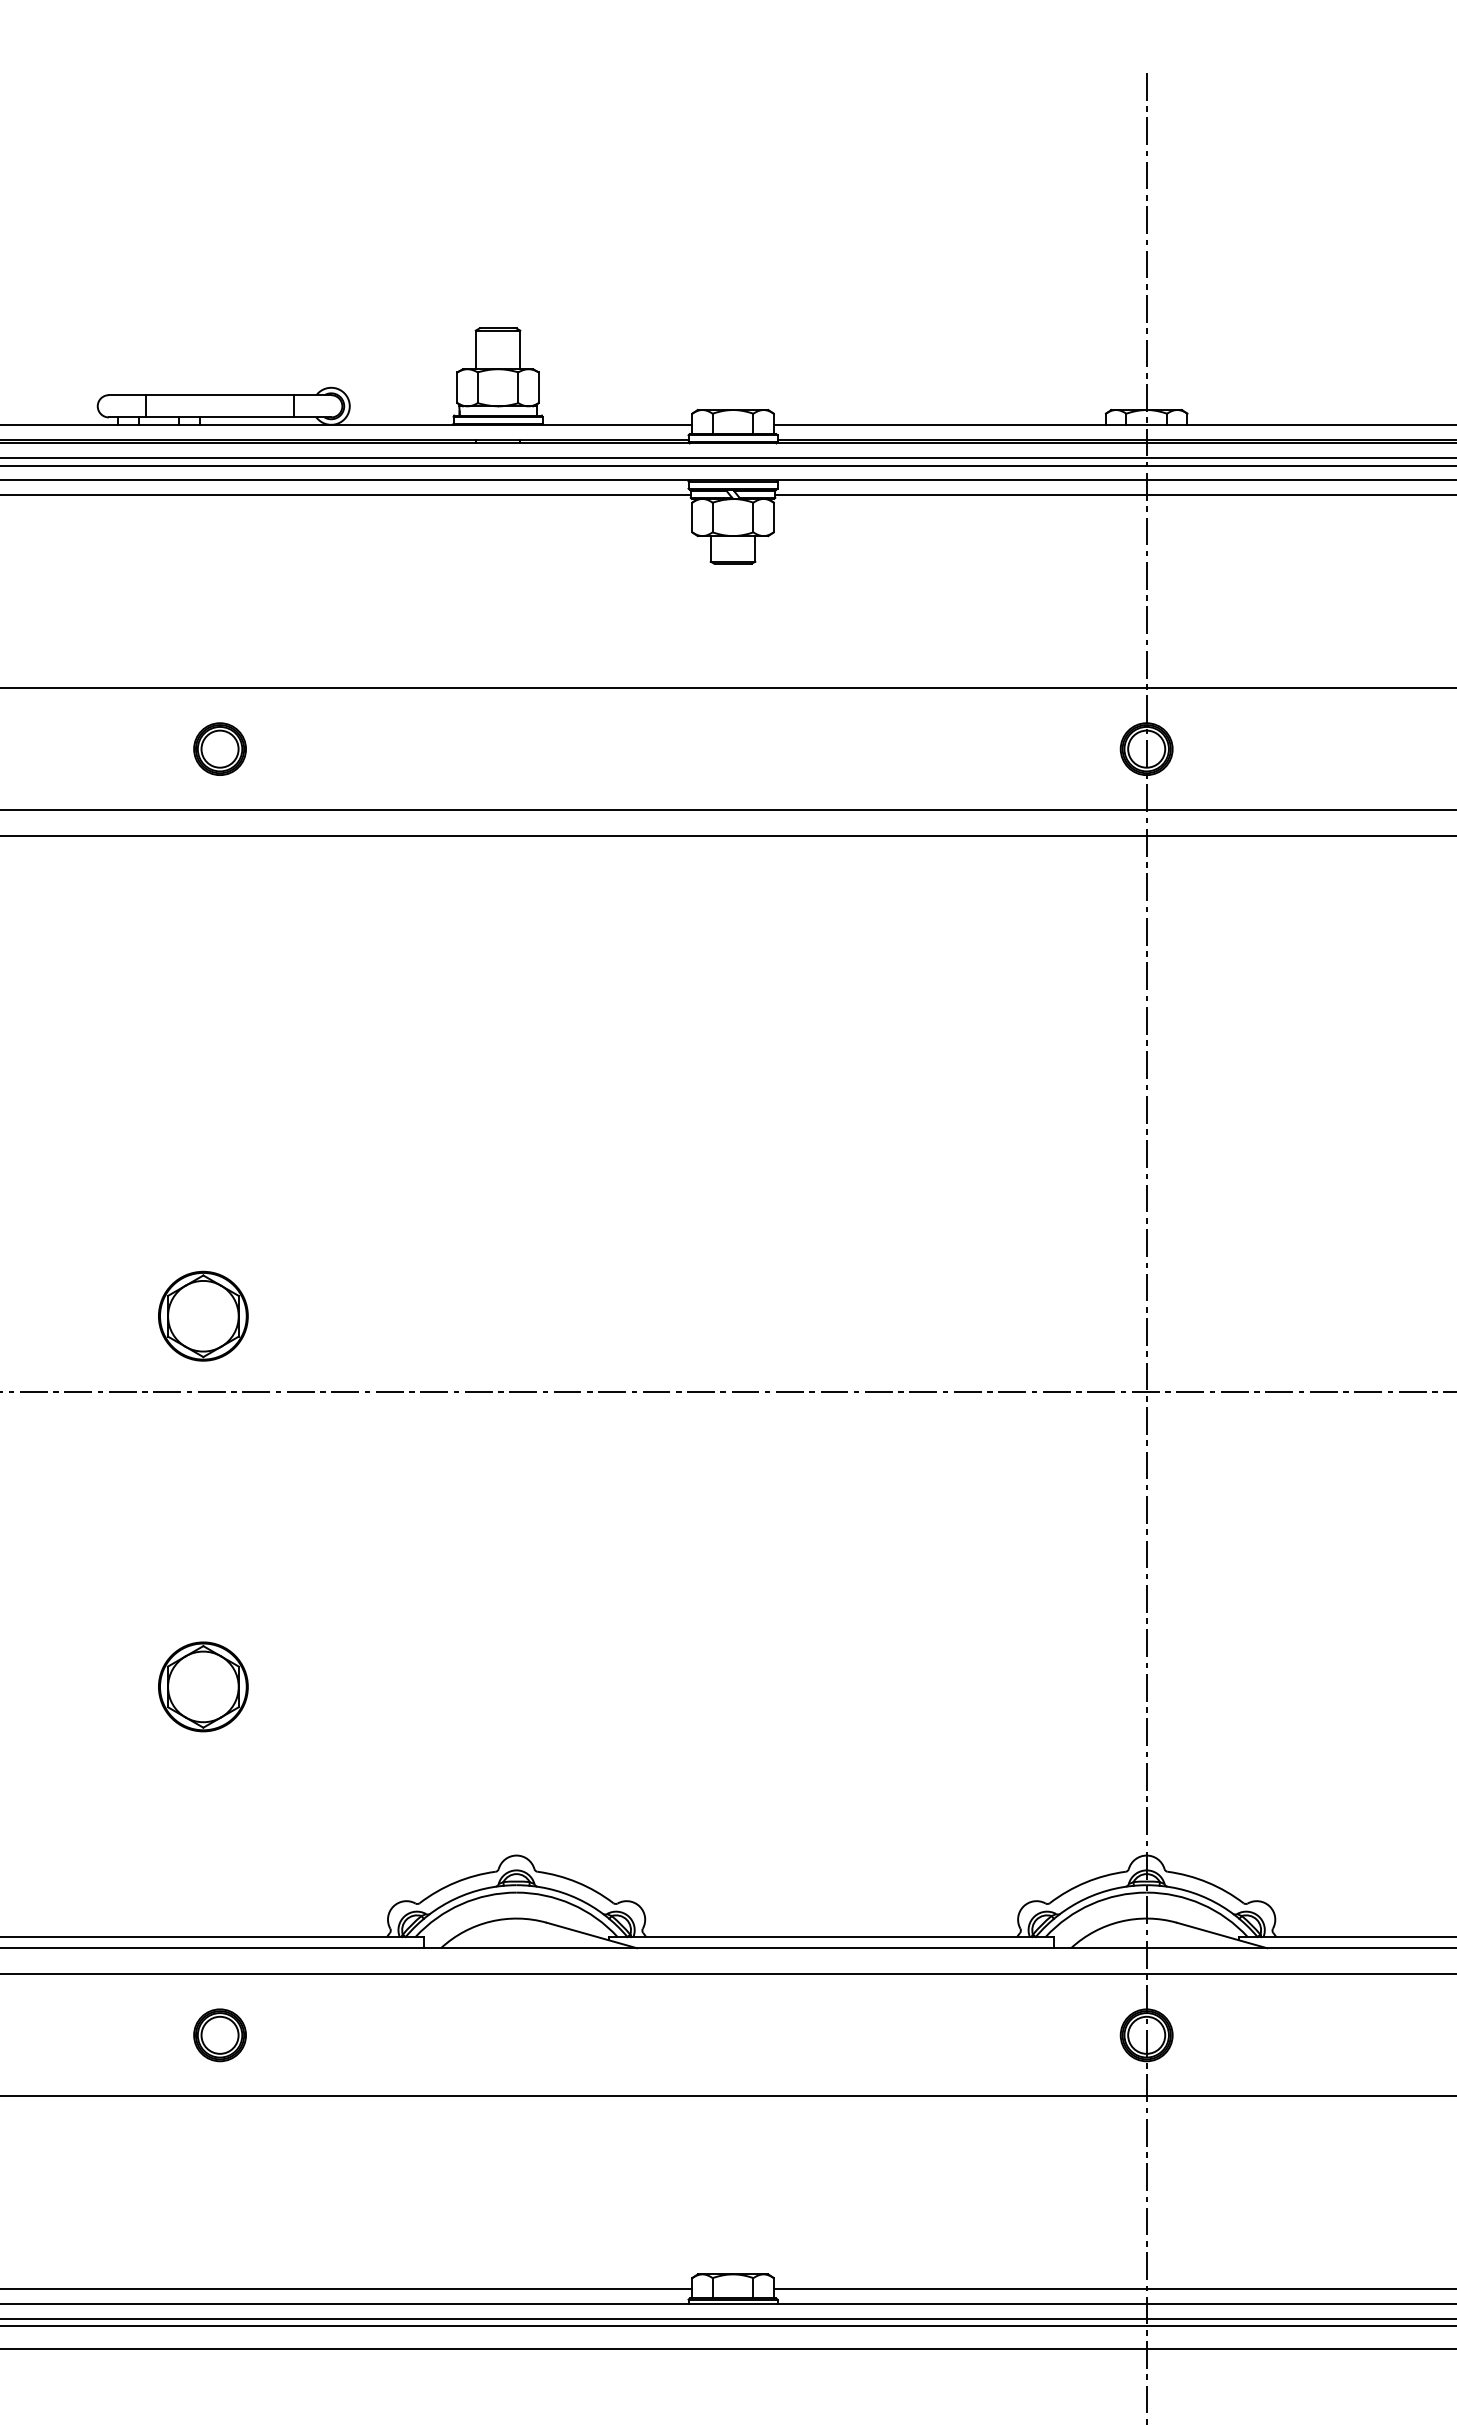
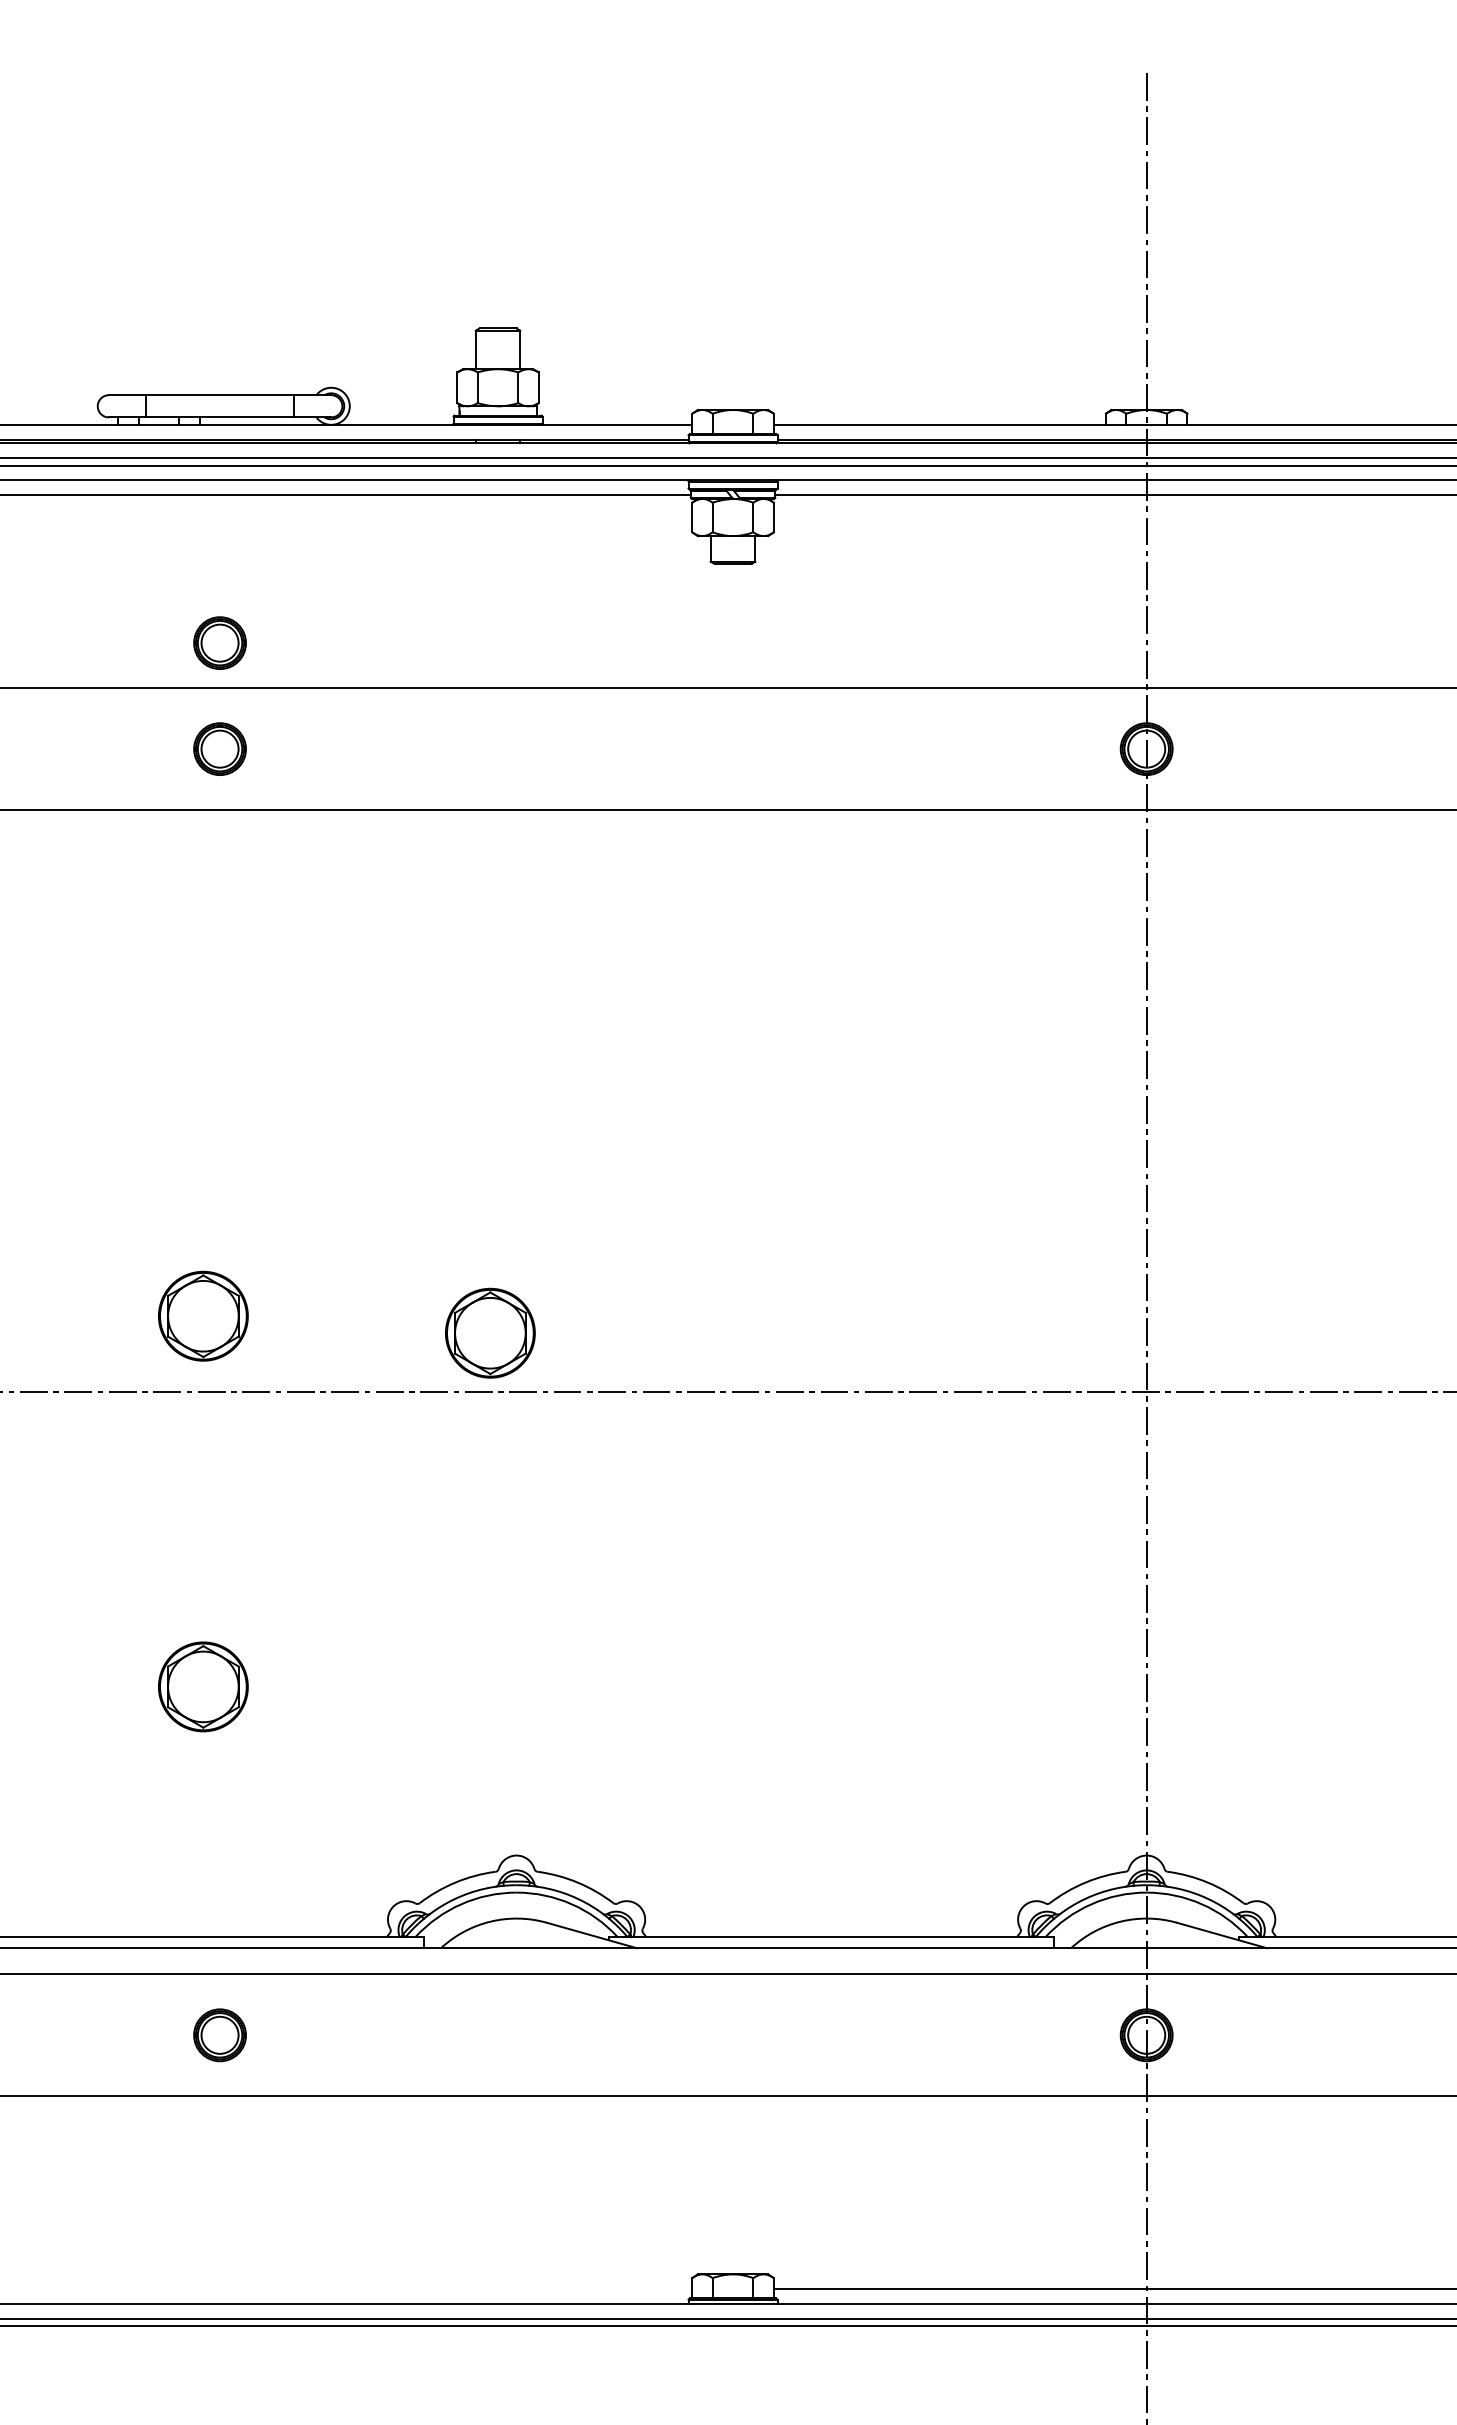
part at (219, 642): none -> present
line at (727, 836): present -> none
part at (490, 1332): none -> present
line at (347, 2289): present -> none
line at (727, 2348): present -> none
